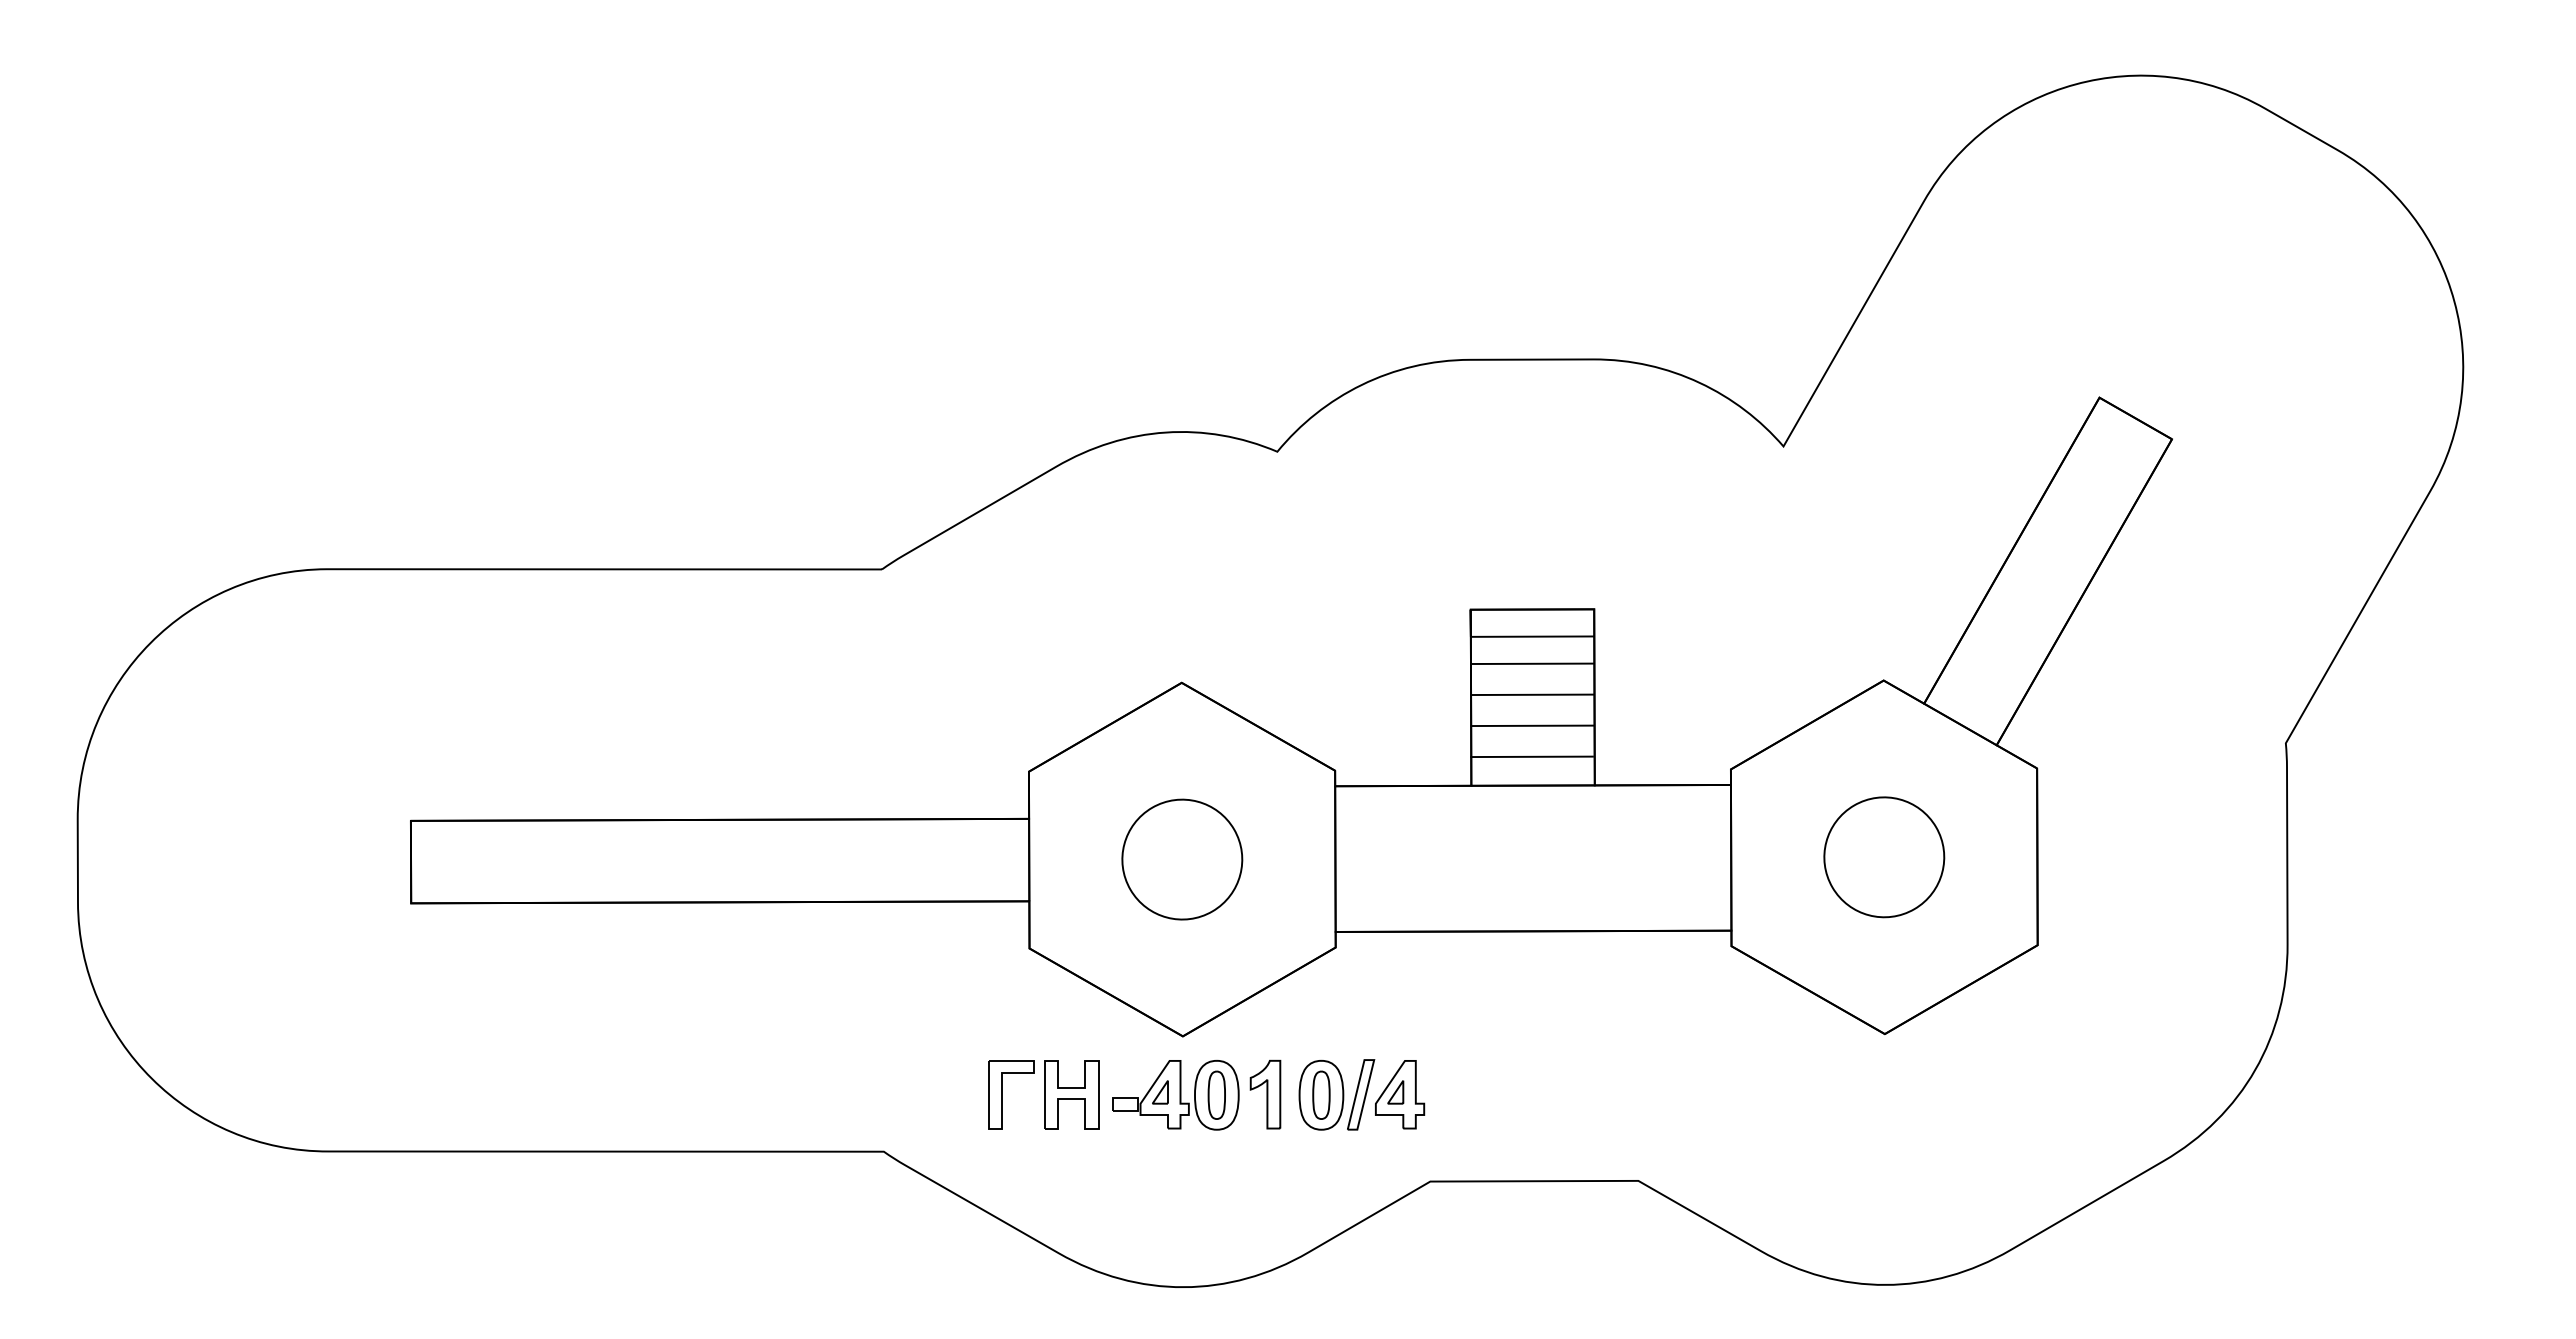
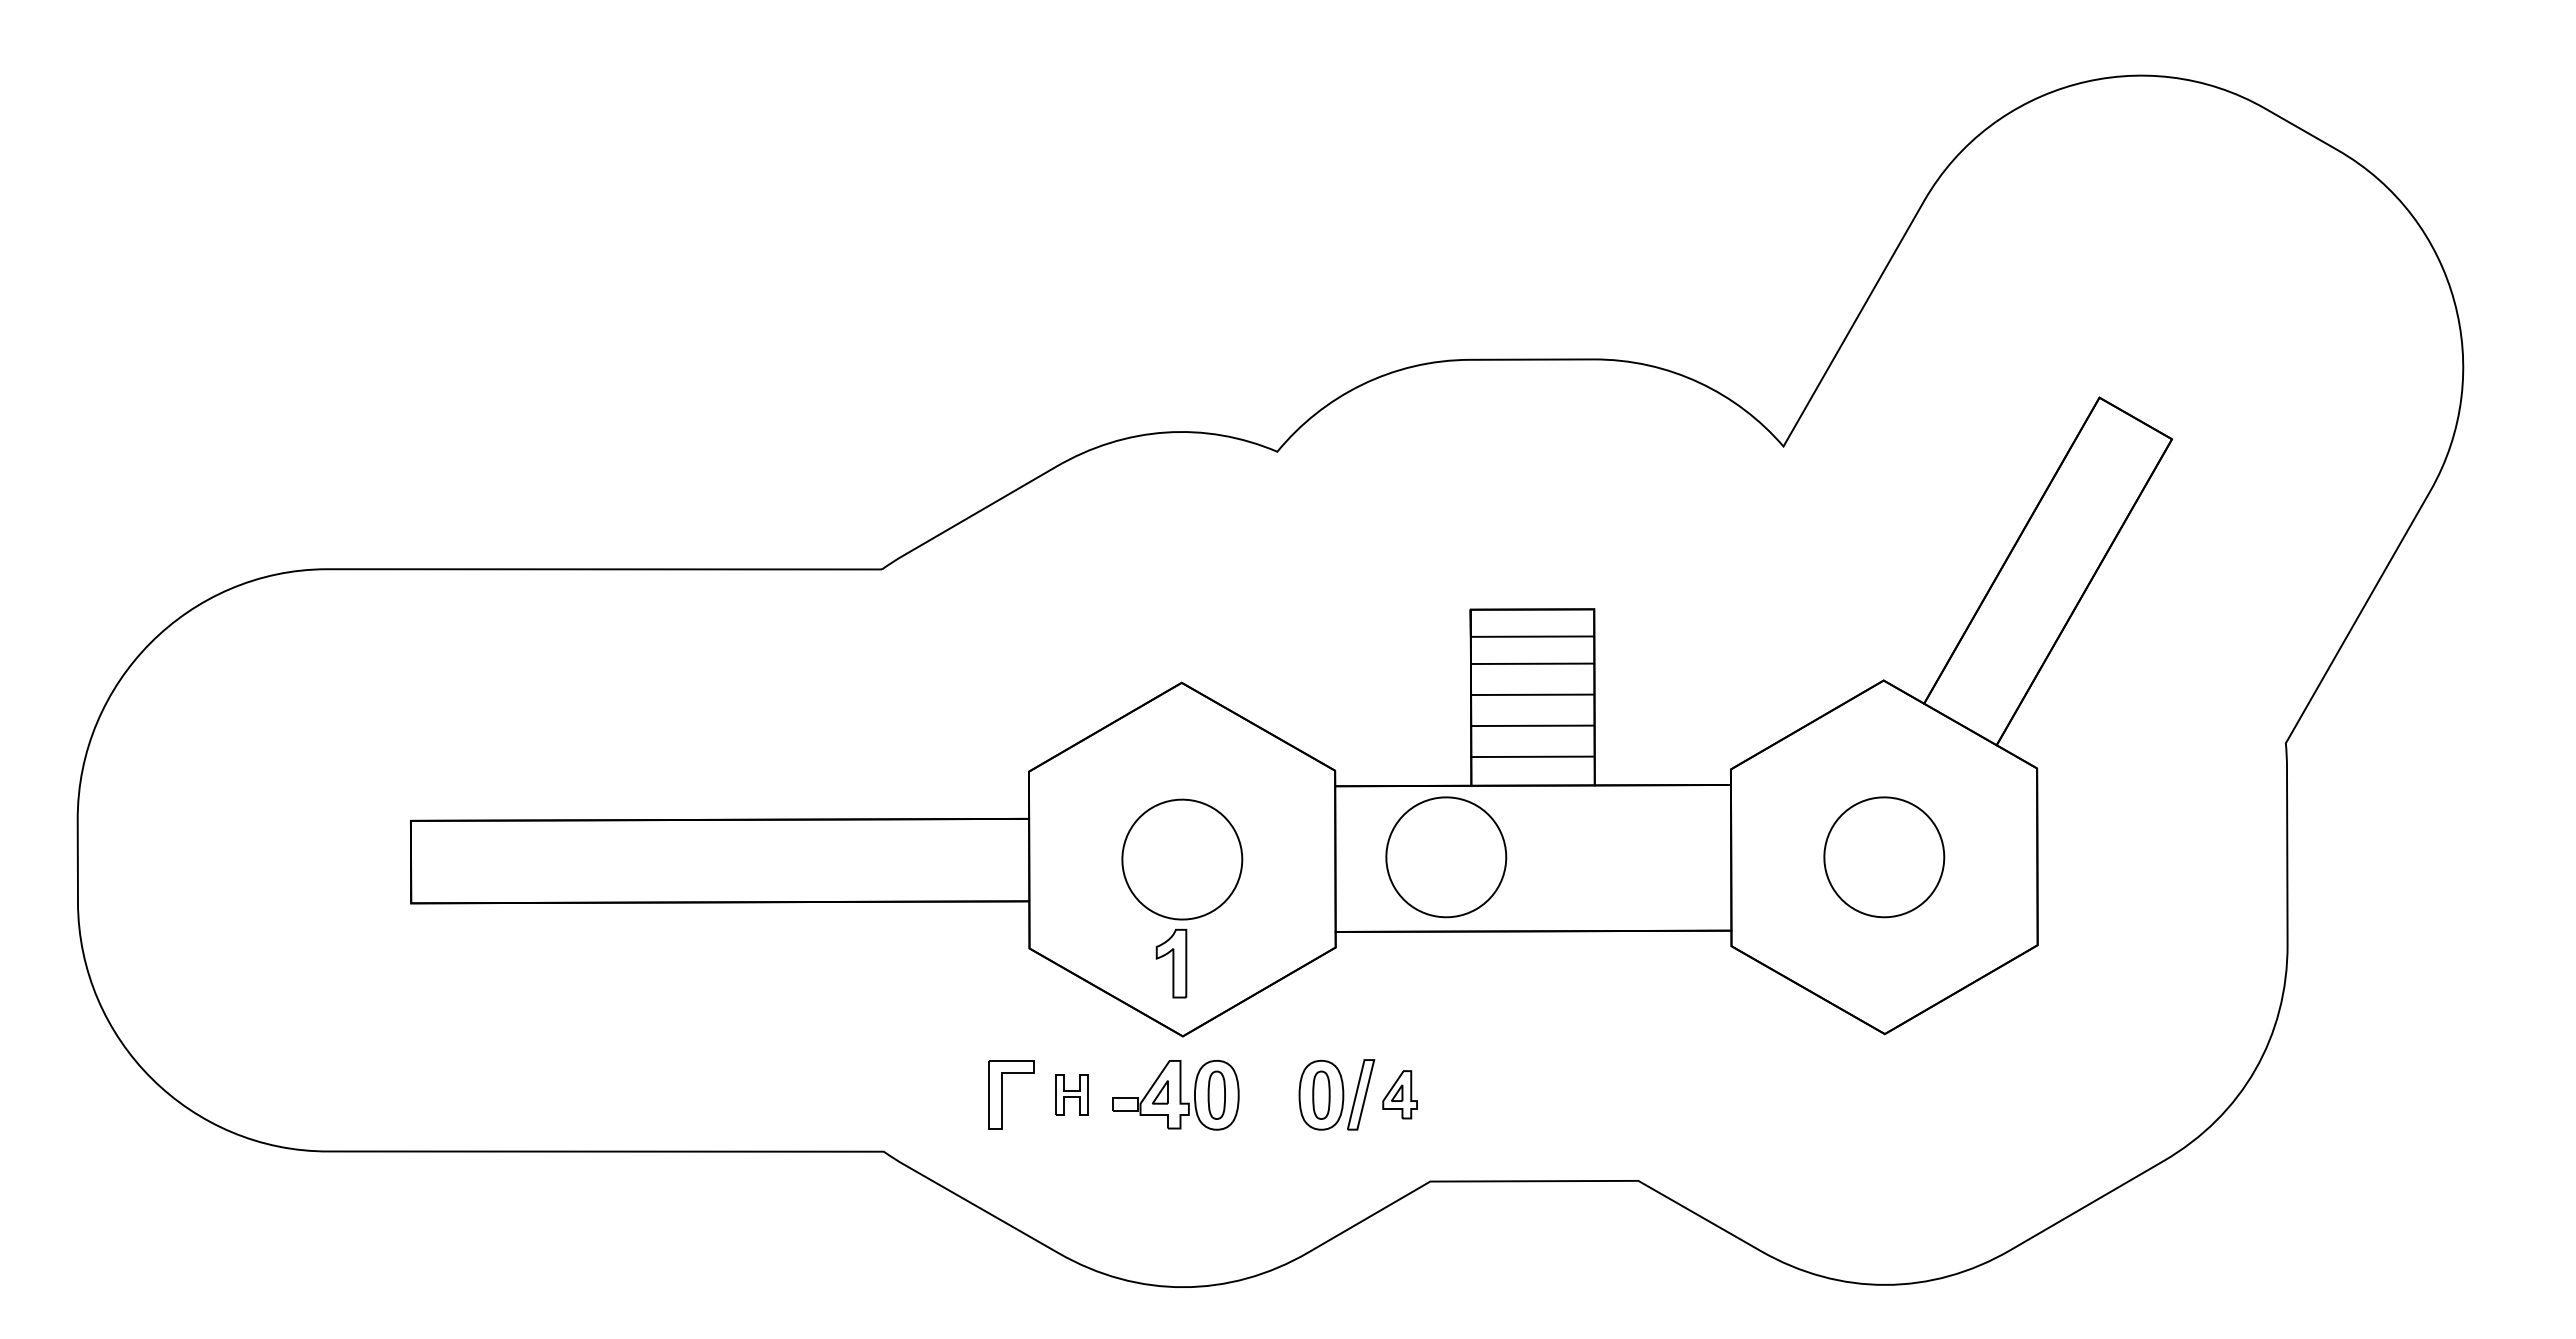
part at (1446, 857): none -> present
part at (1071, 1094) size: 56x70 px -> 34x42 px
part at (1265, 1094) position: (1265, 1094) -> (1171, 963)
part at (1400, 1094) size: 51x70 px -> 36x50 px
